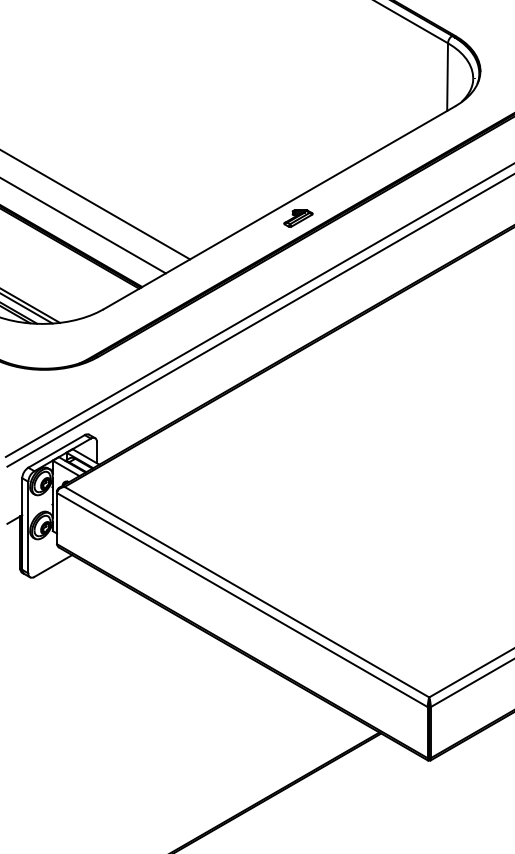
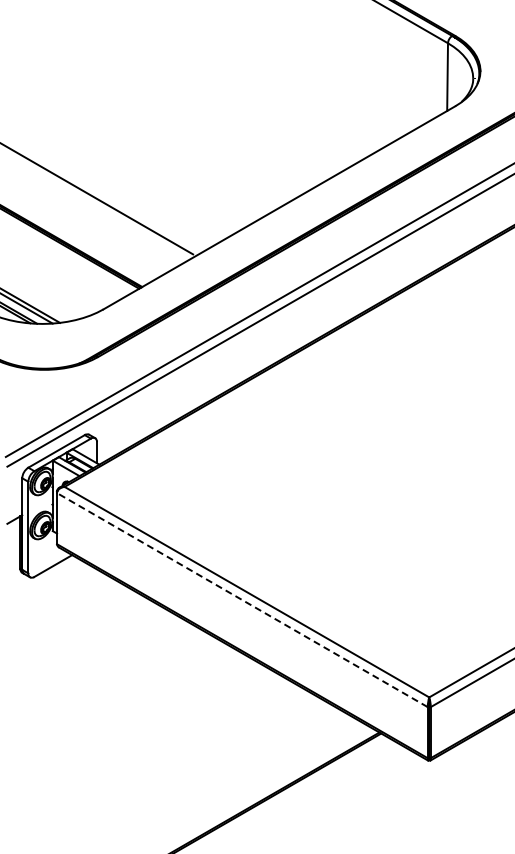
line at (96, 205) position: (96, 205) -> (97, 199)
part at (298, 218): present -> none
line at (83, 226): present -> none
line at (241, 599): solid -> dashed
